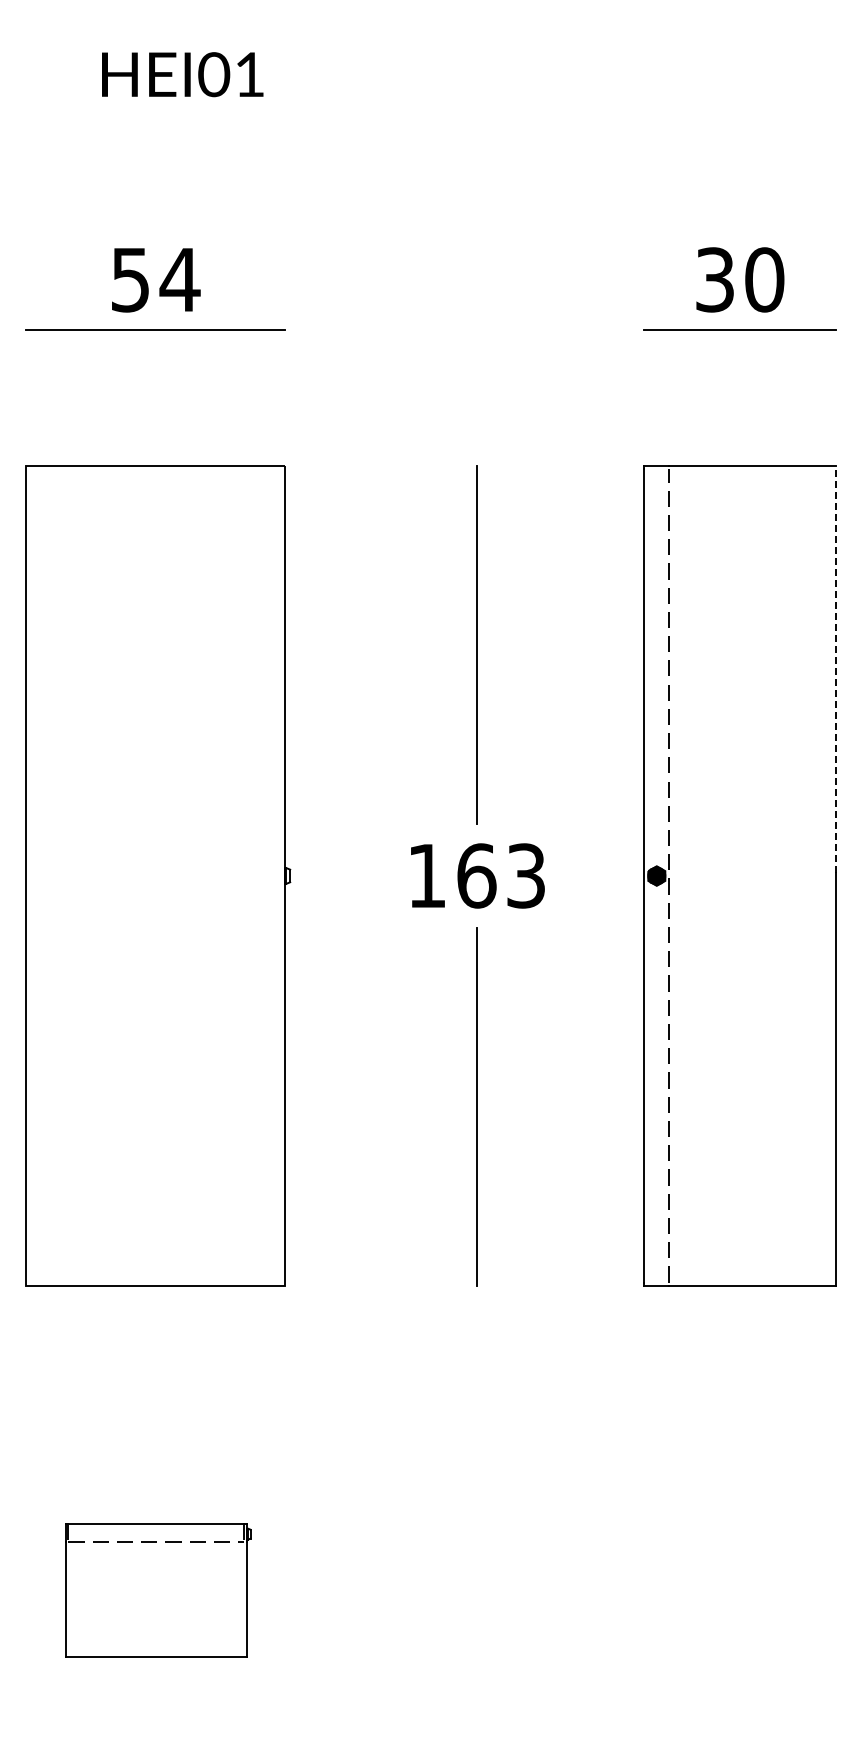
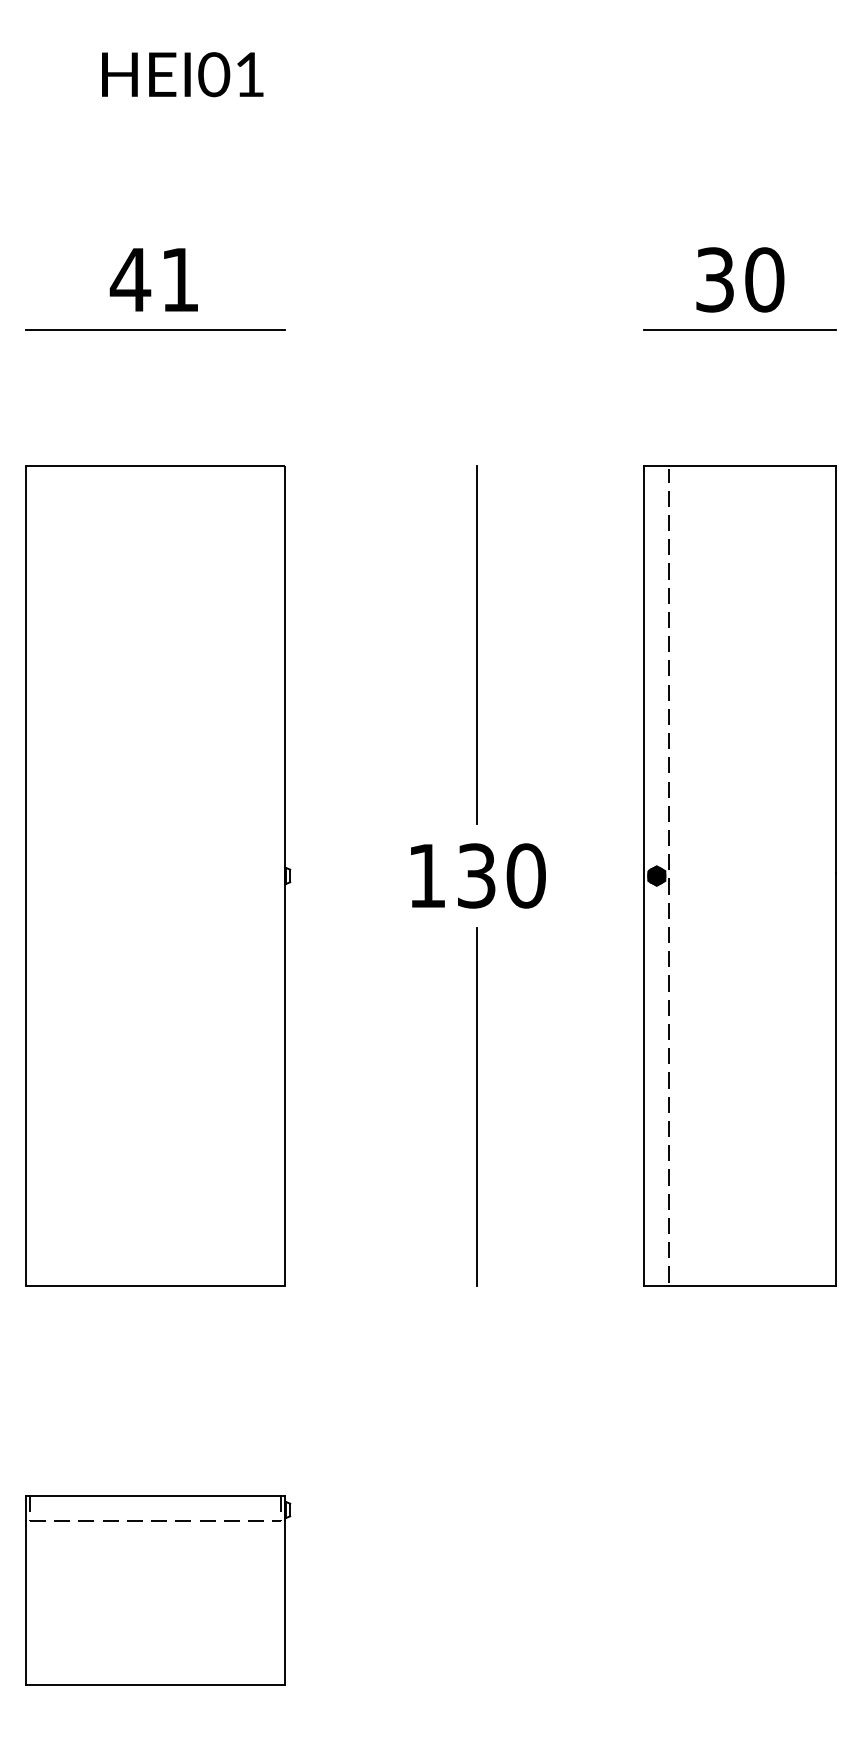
text at (154, 280): 54 -> 41
line at (835, 669): dashed -> solid
text at (501, 875): 163 -> 130
part at (158, 1590) size: 187x135 px -> 267x191 px
